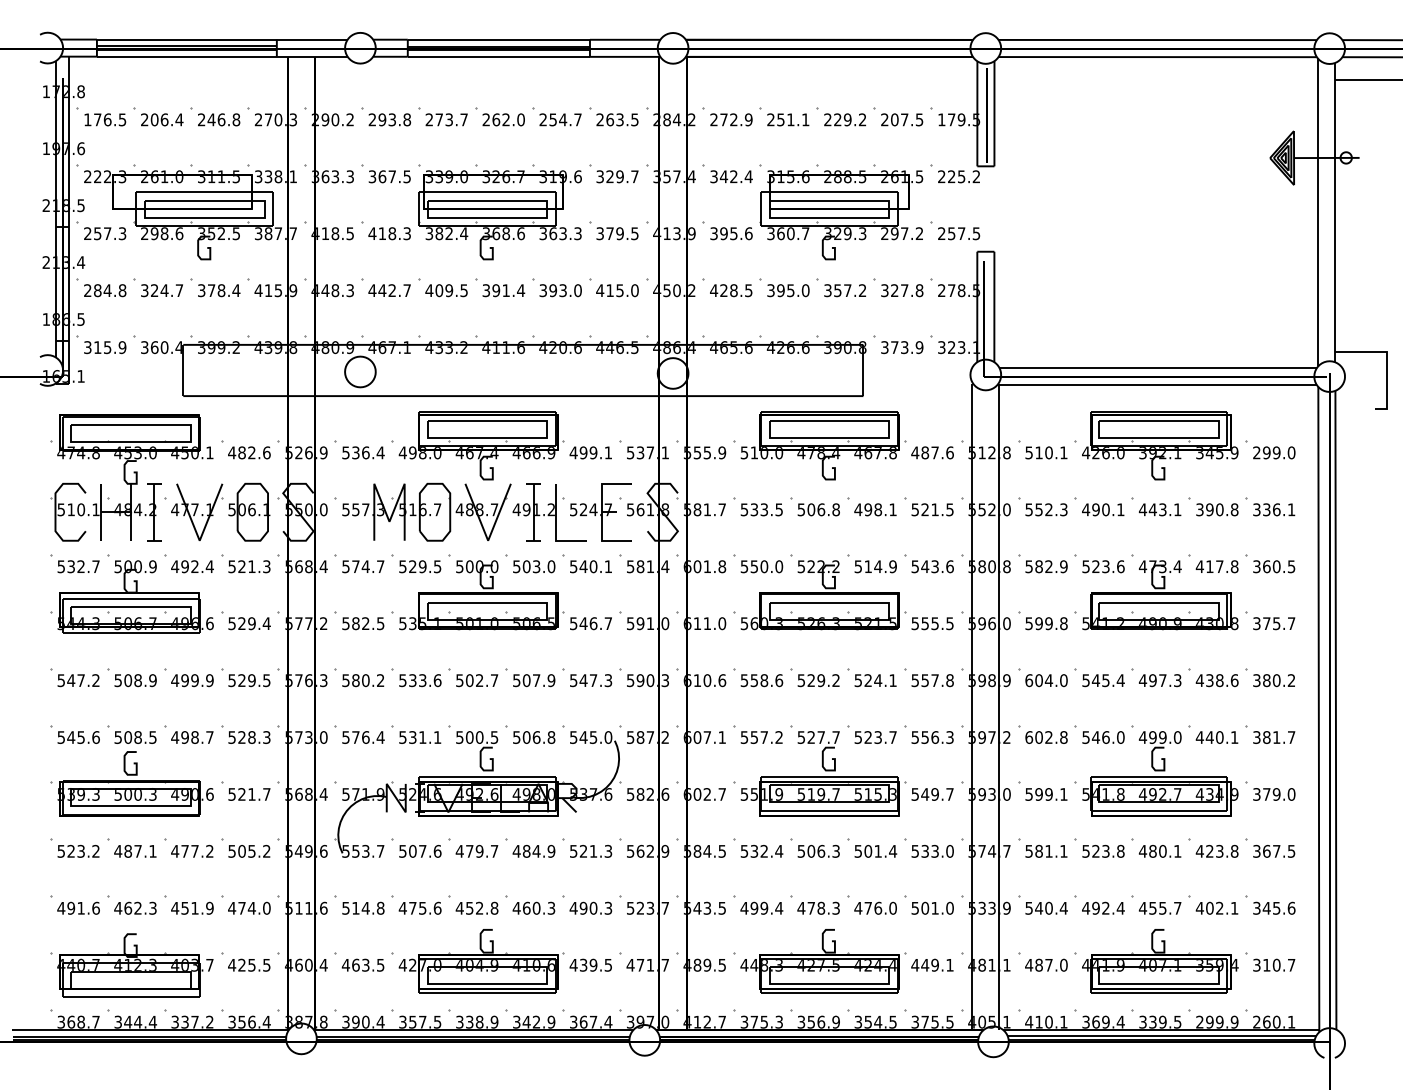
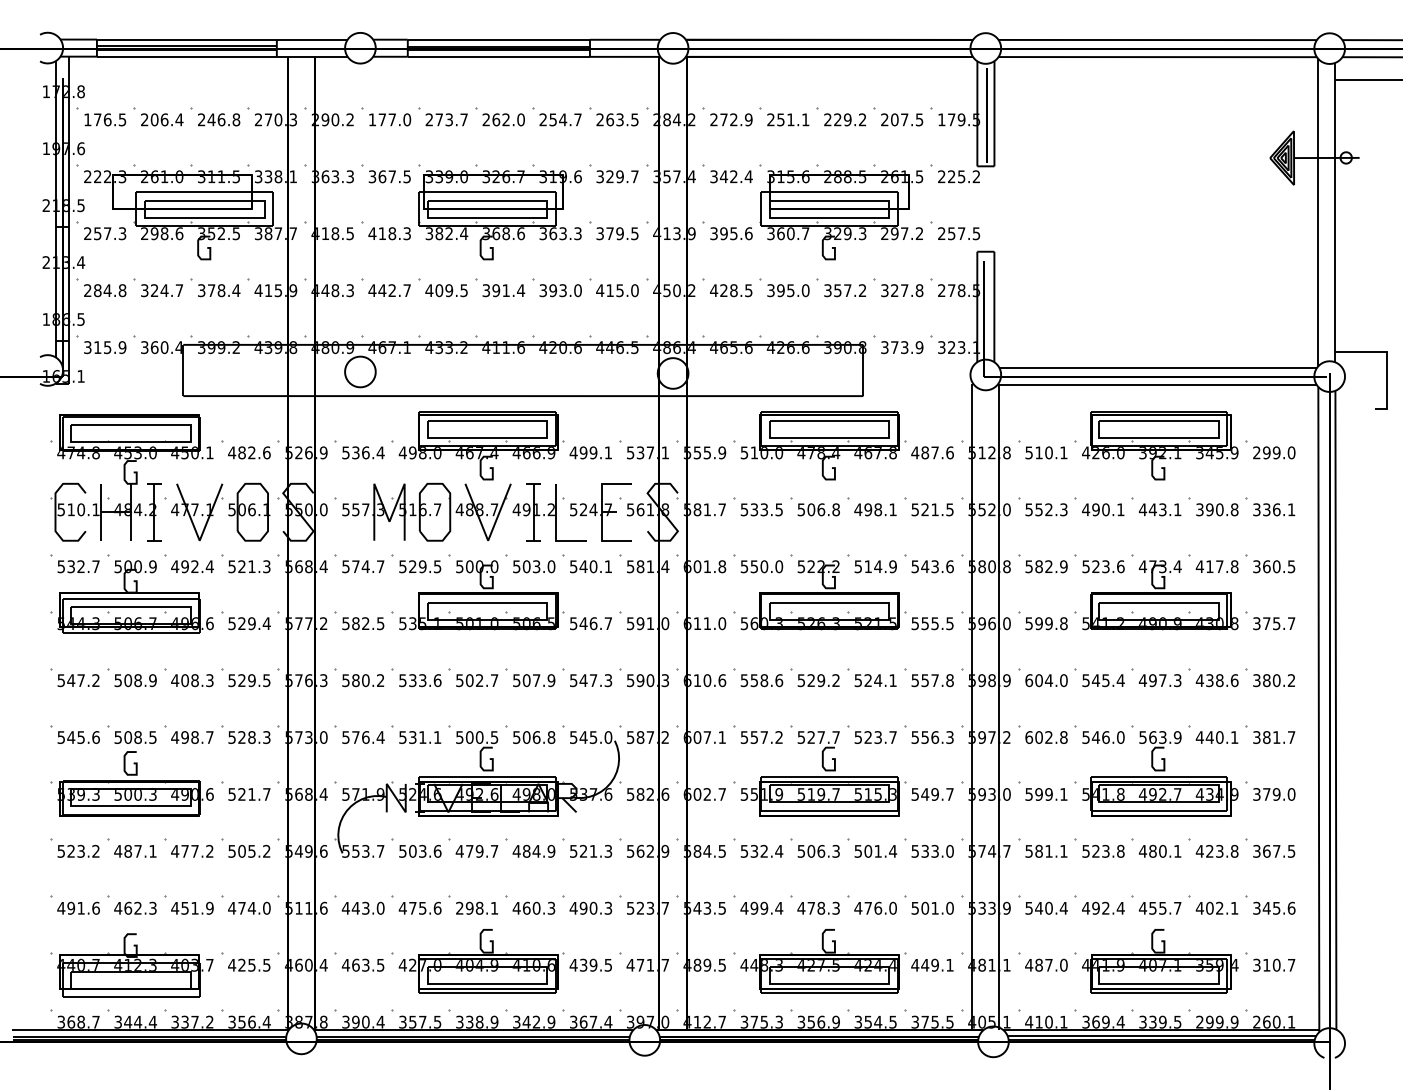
text at (389, 119): 293.8 -> 177.0
text at (197, 680): 499.9 -> 408.3
text at (1159, 737): 499.0 -> 563.9
text at (422, 850): 507.6 -> 503.6
text at (362, 907): 514.8 -> 443.0
text at (476, 907): 452.8 -> 298.1
